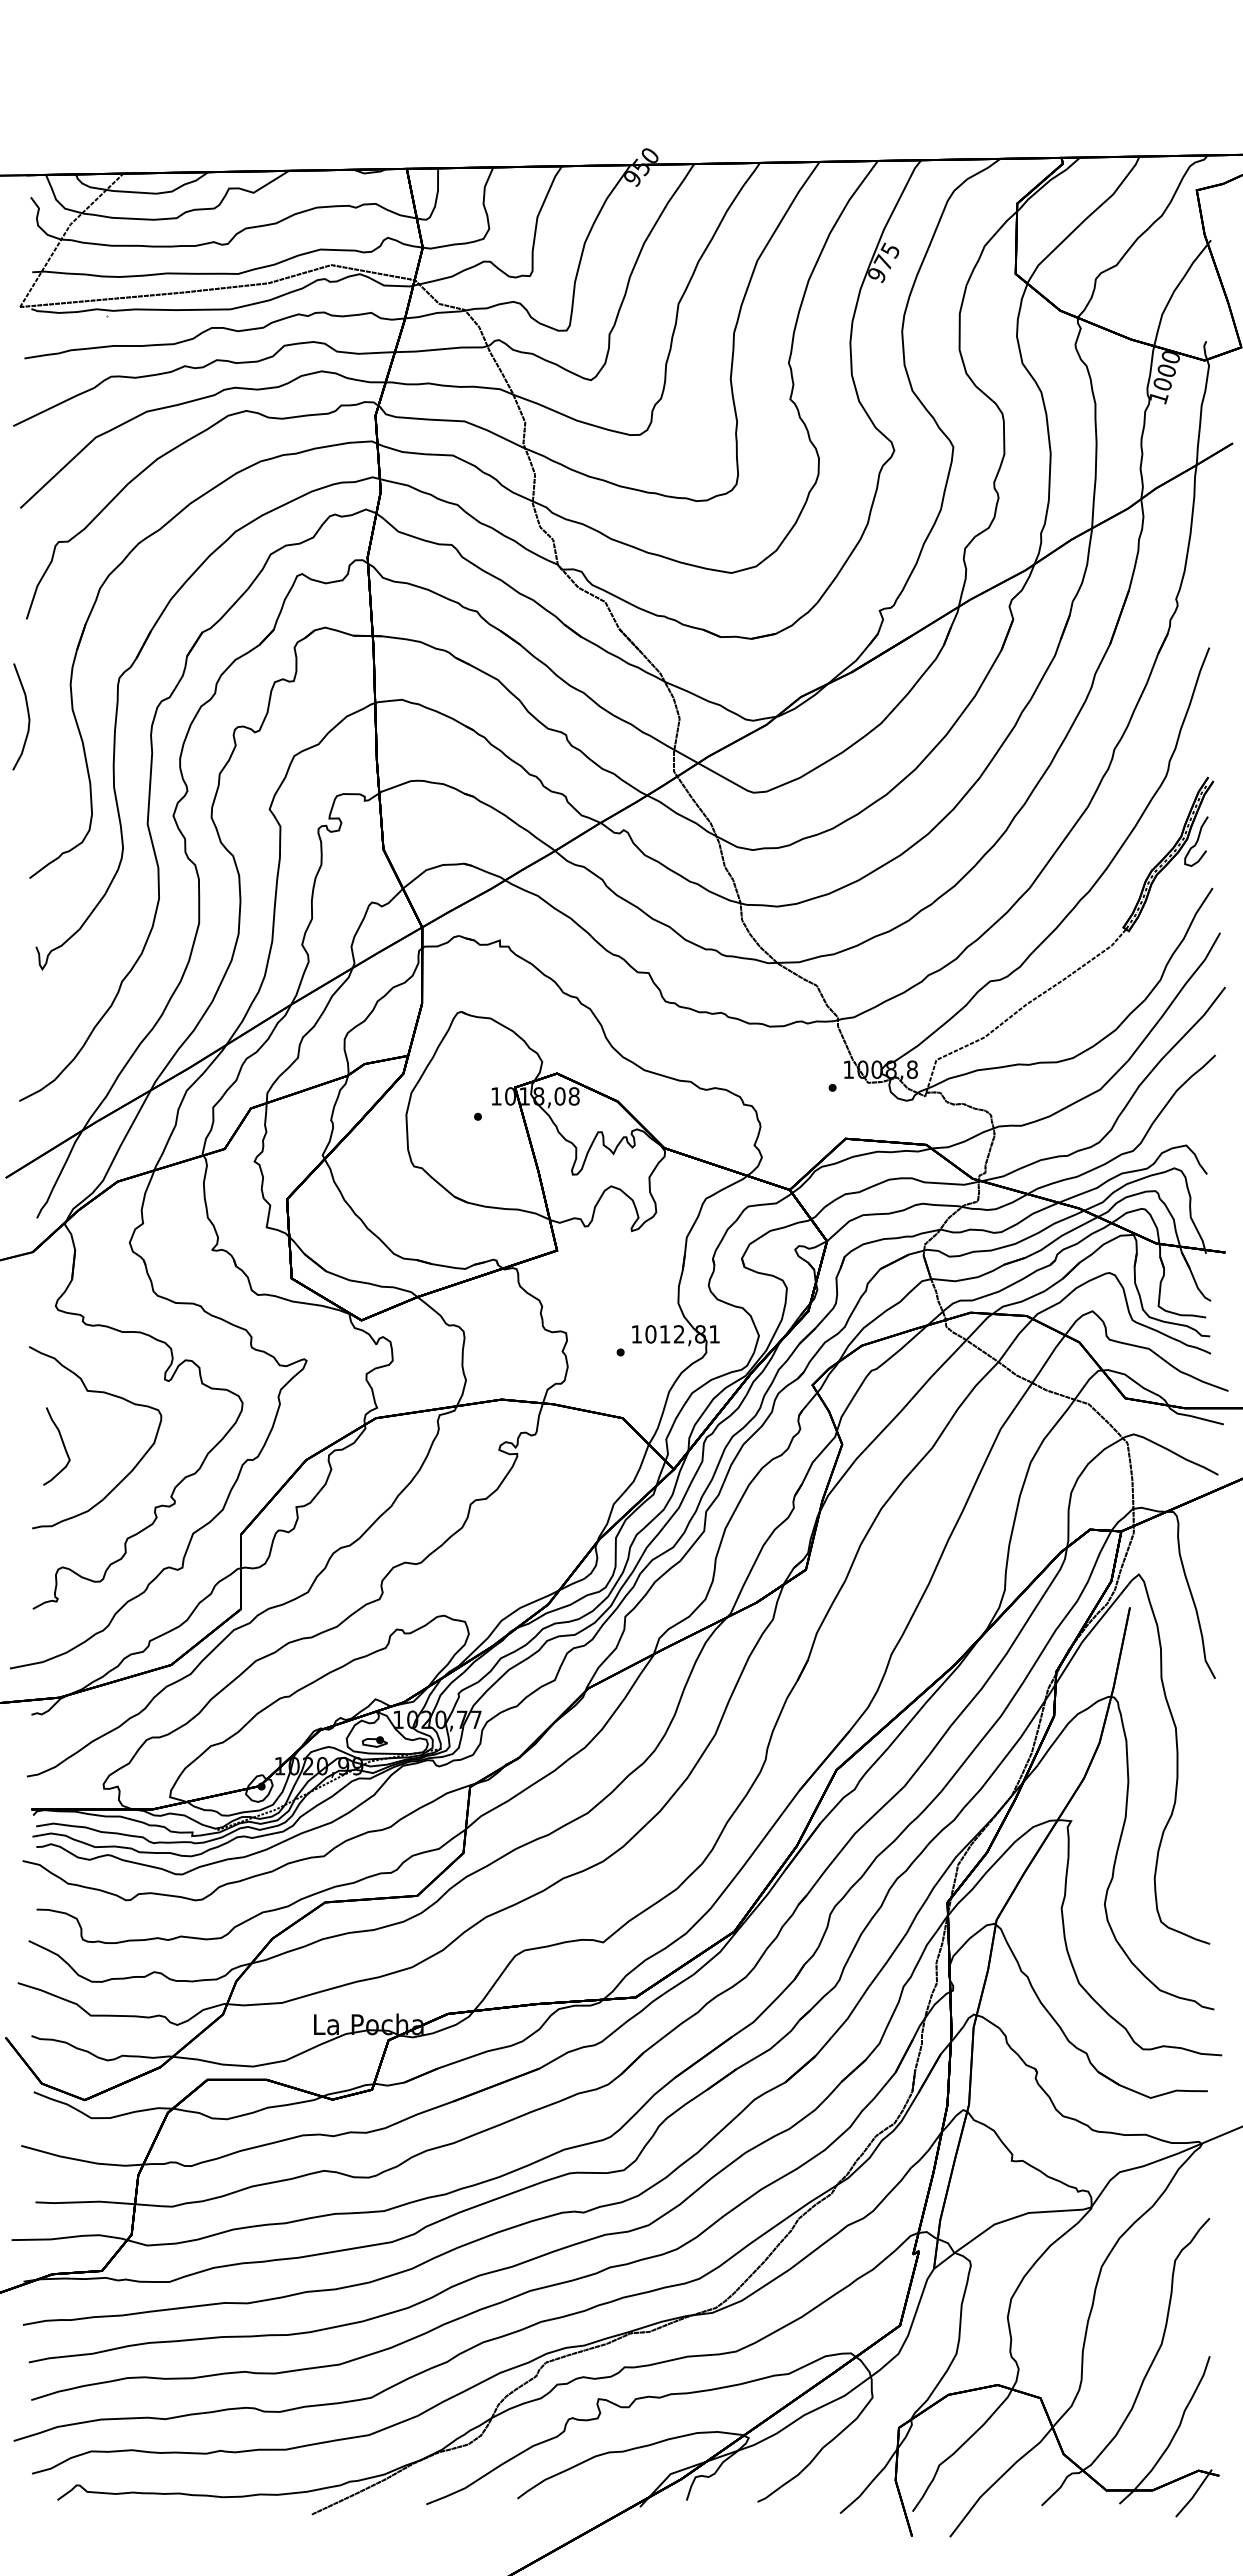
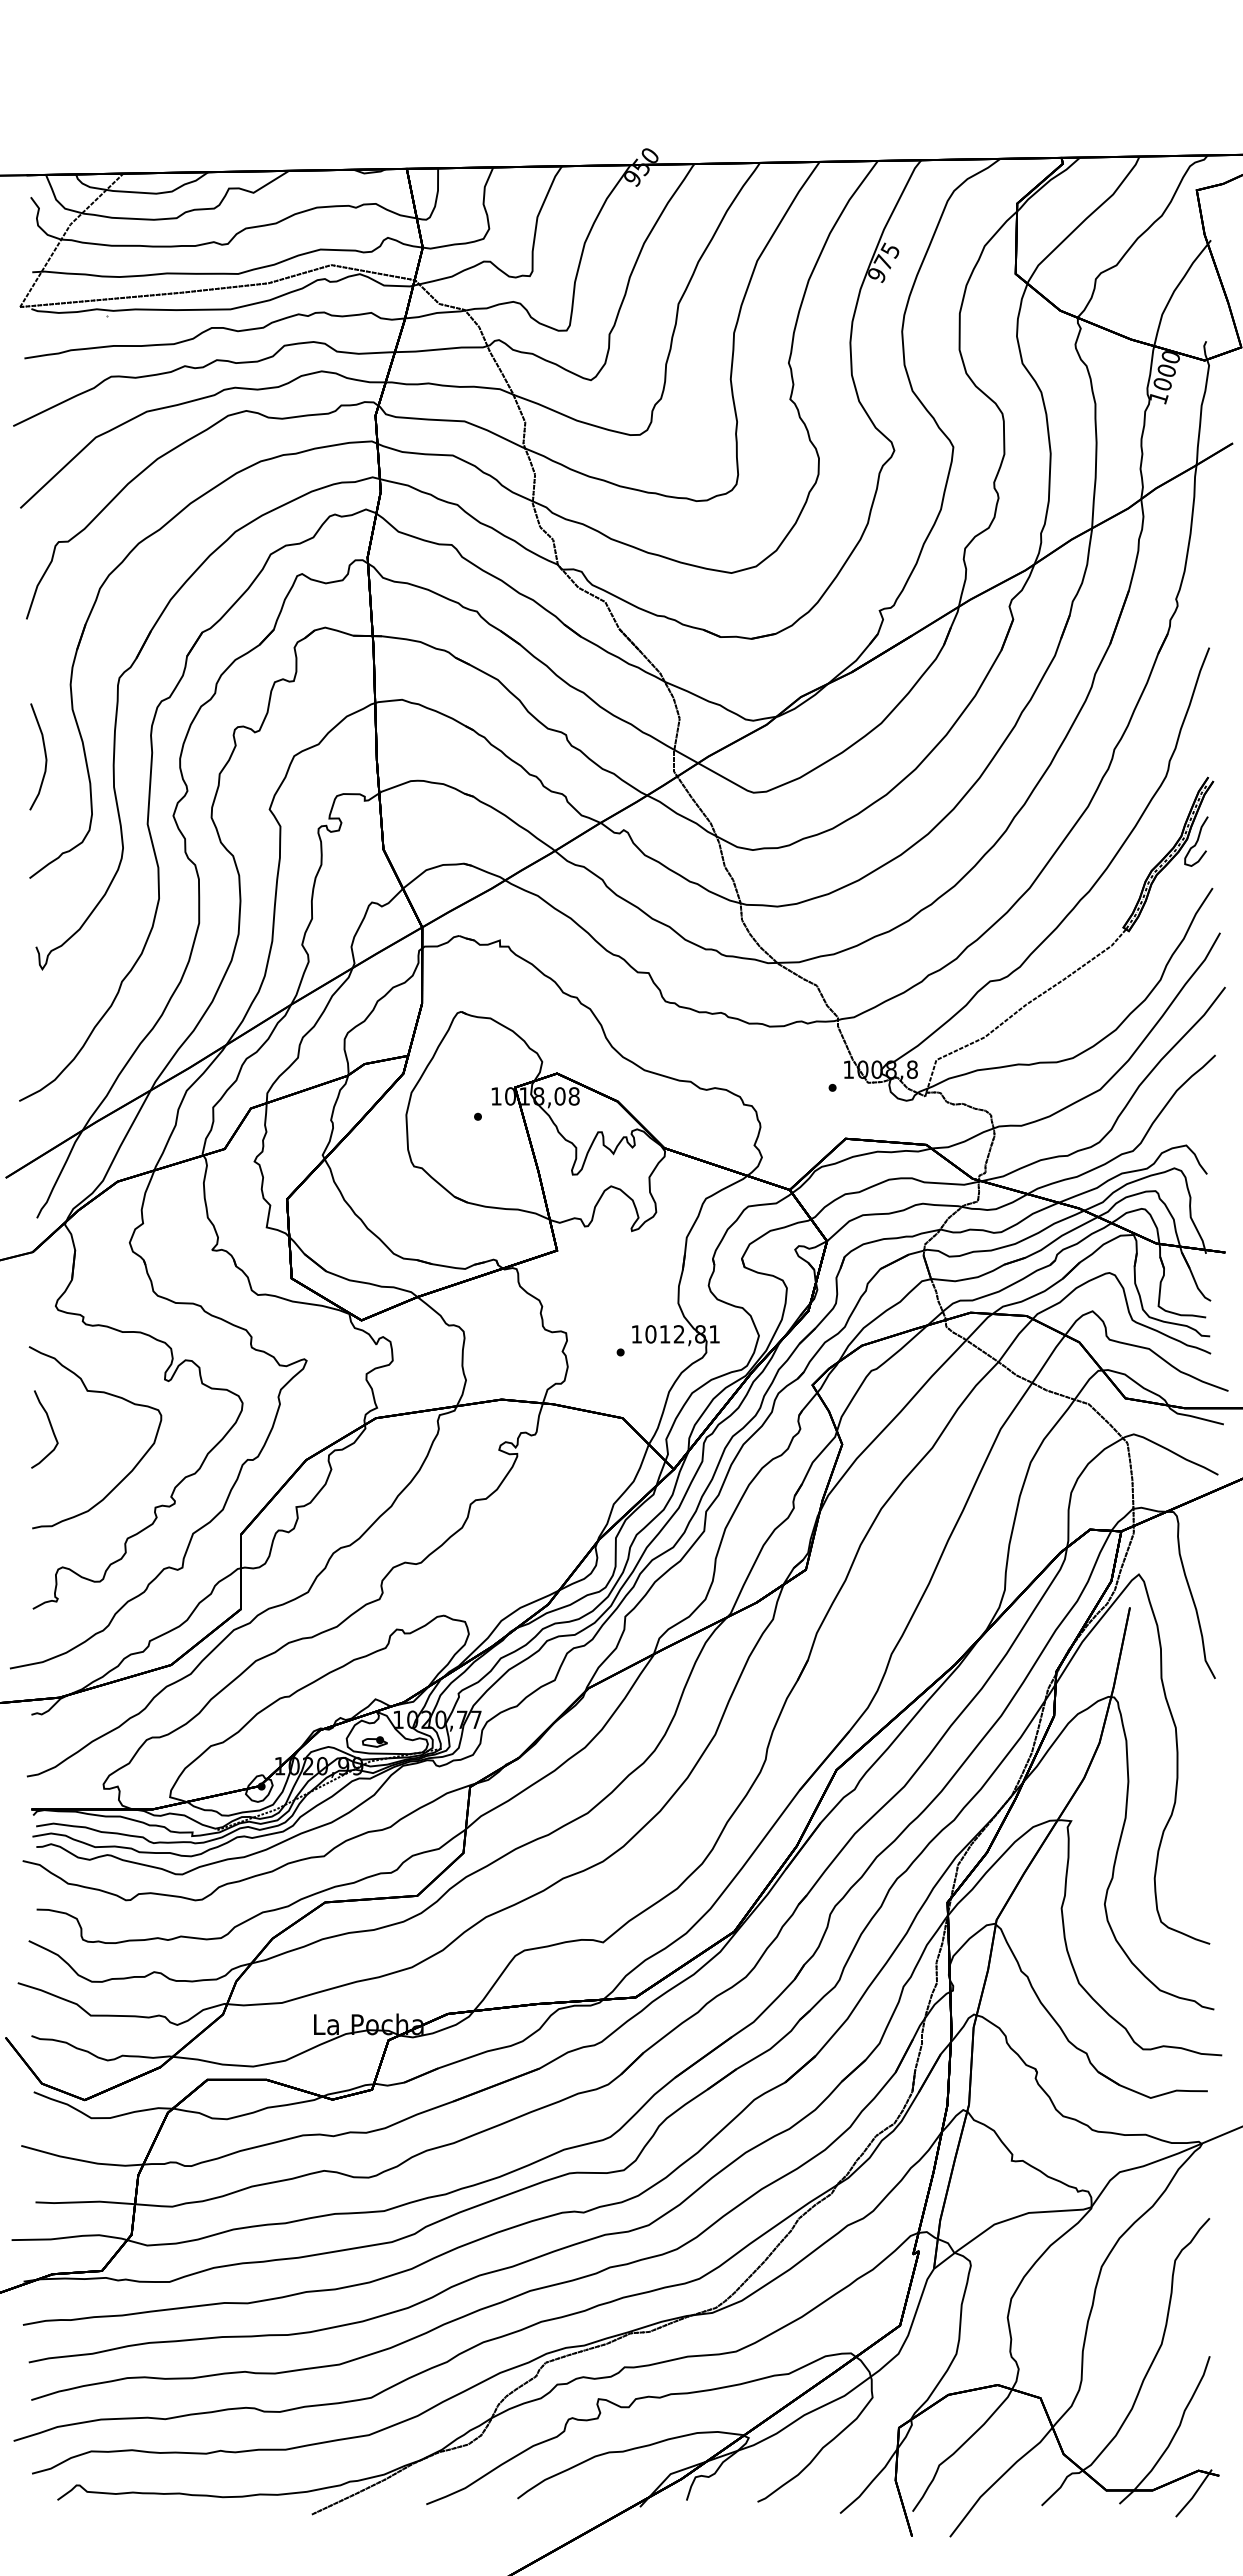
curve at (27, 714) position: (27, 714) -> (44, 754)
curve at (62, 1444) position: (62, 1444) -> (50, 1427)
